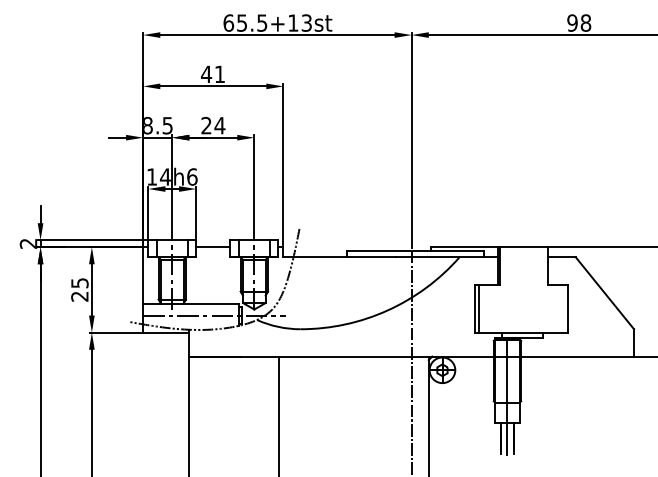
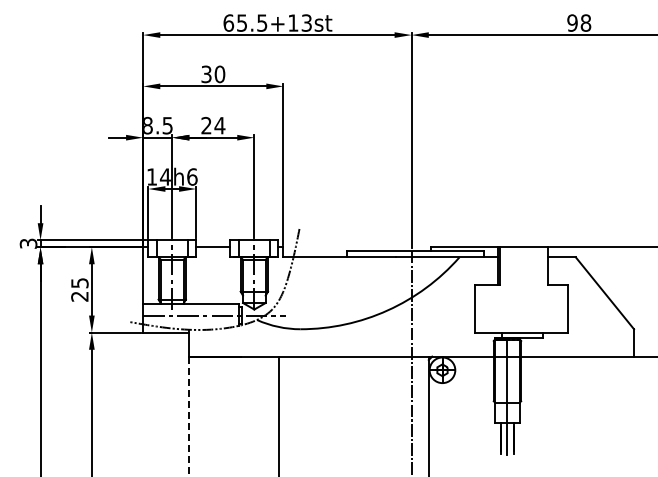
text at (213, 74): 41 -> 30
text at (28, 243): 2 -> 3
line at (479, 308): present -> none
line at (189, 416): solid -> dashed
